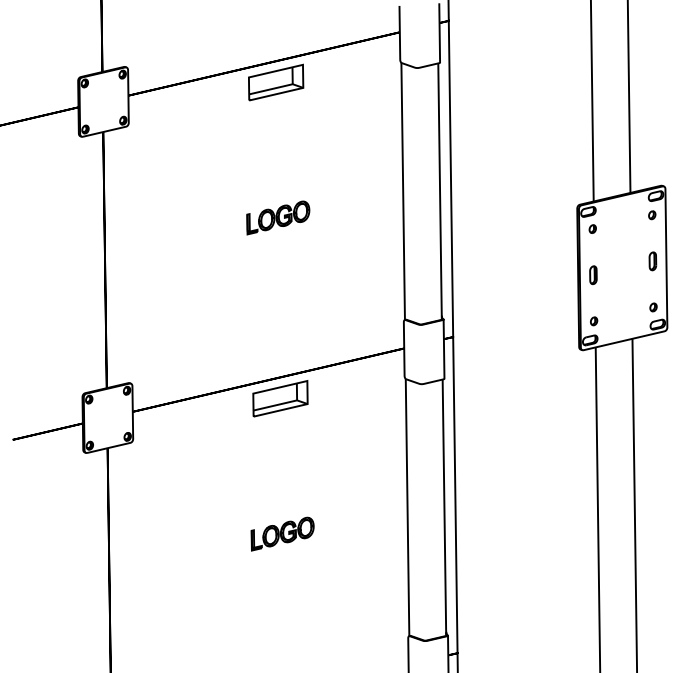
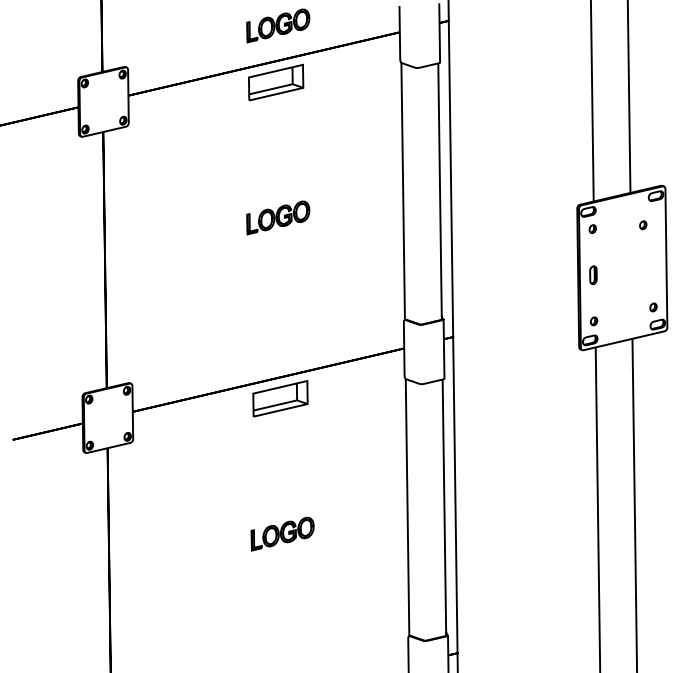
part at (278, 25): none -> present
part at (652, 215) position: (652, 215) -> (643, 225)
part at (652, 261): present -> none
